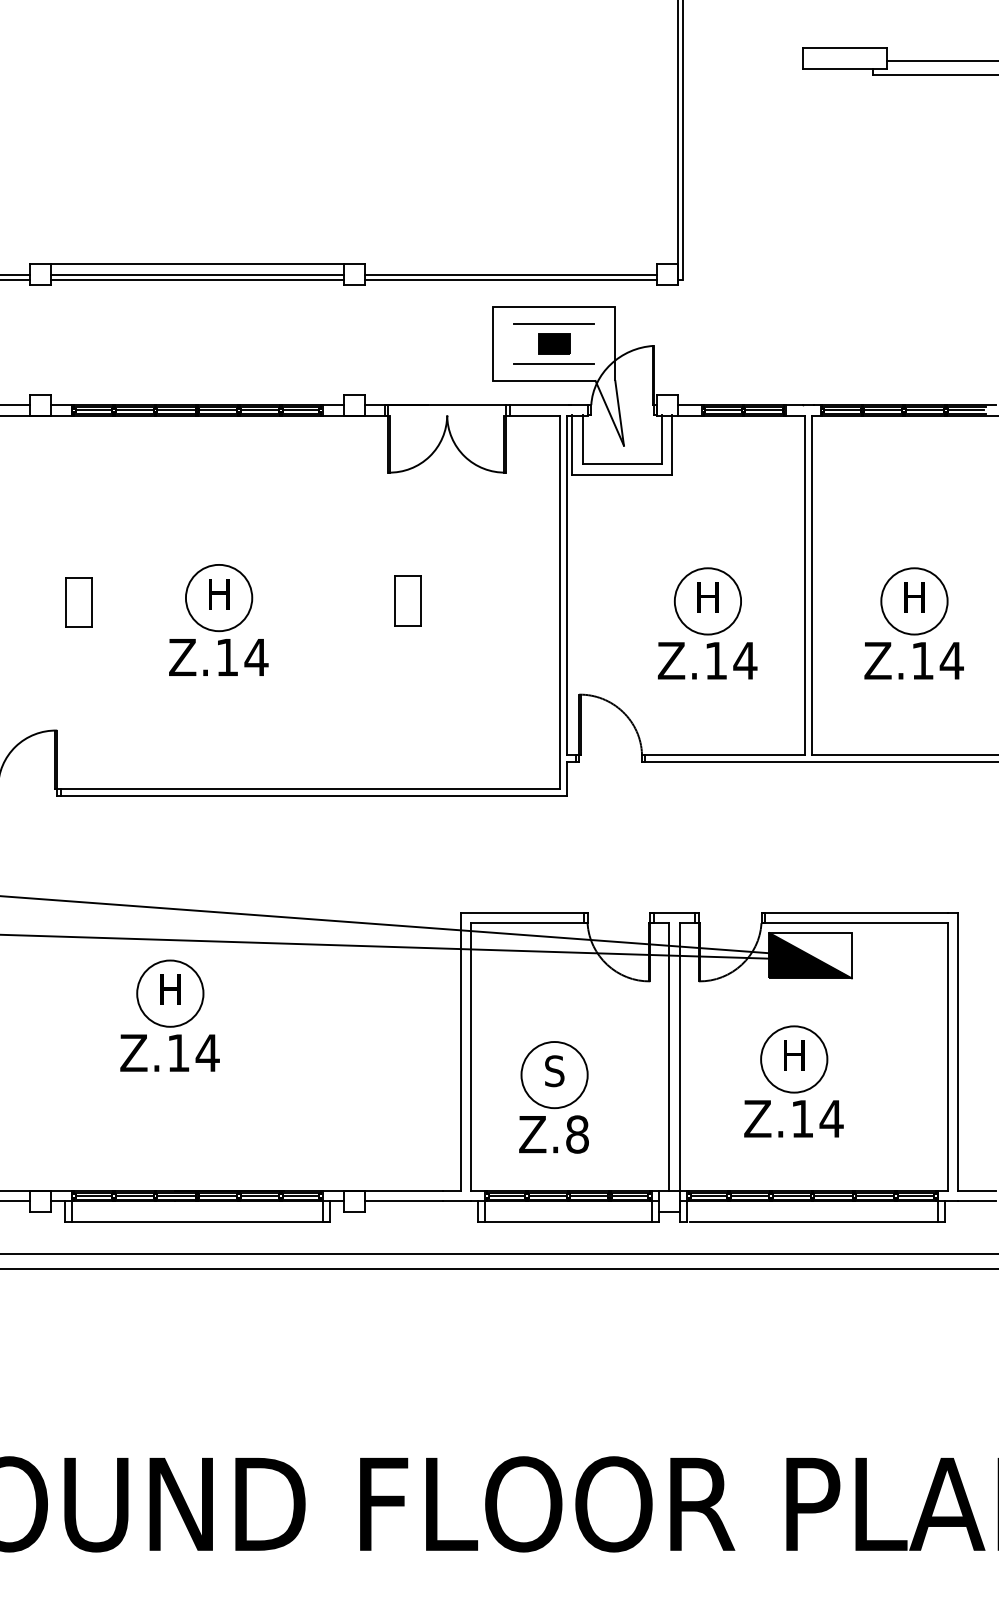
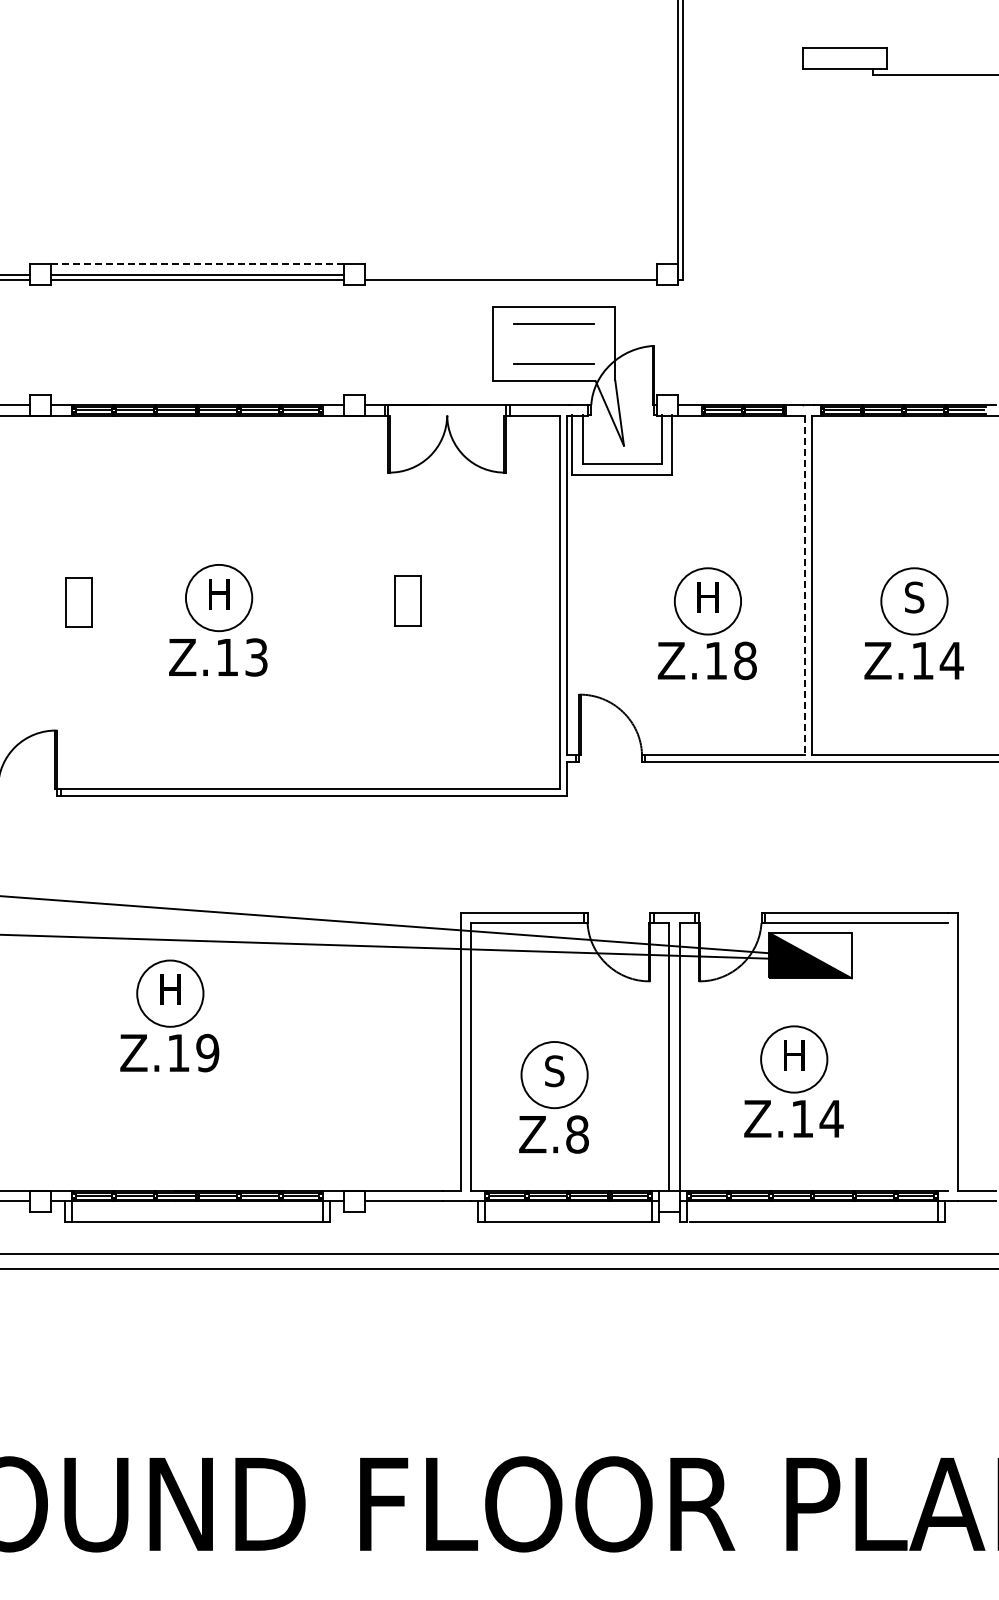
line at (940, 60): present -> none
line at (197, 264): solid -> dashed
line at (510, 274): present -> none
part at (554, 343): present -> none
line at (805, 585): solid -> dashed
text at (914, 597): H -> S
text at (256, 657): Z.14 -> Z.13
text at (745, 660): Z.14 -> Z.18
text at (207, 1052): Z.14 -> Z.19
line at (947, 1057): present -> none
